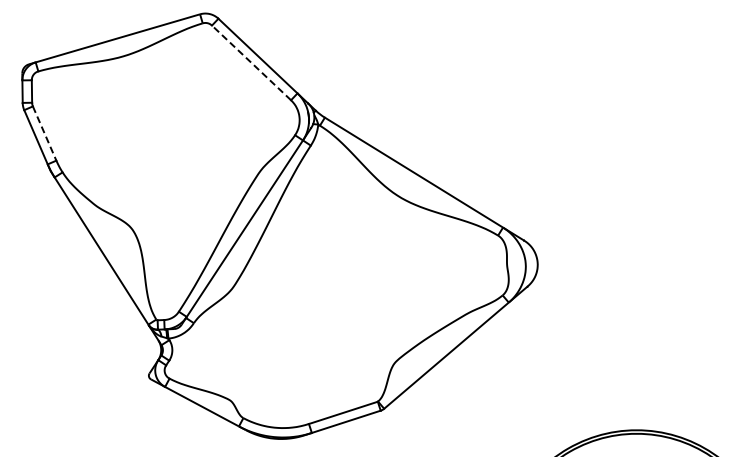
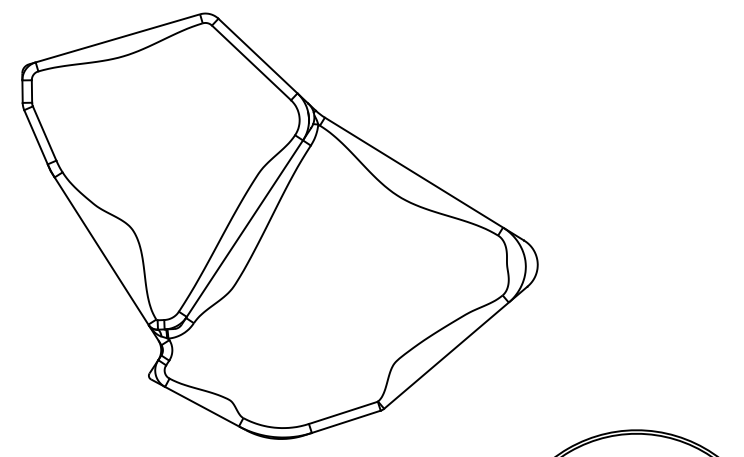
line at (251, 62): dashed -> solid
line at (44, 133): dashed -> solid
